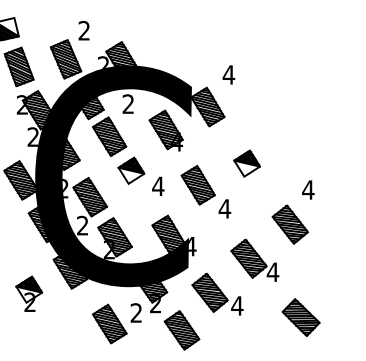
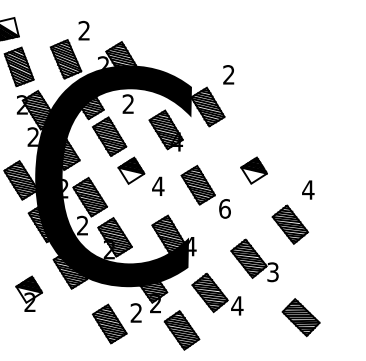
text at (228, 74): 4 -> 2
part at (246, 163) position: (246, 163) -> (253, 170)
text at (224, 208): 4 -> 6
text at (272, 272): 4 -> 3
